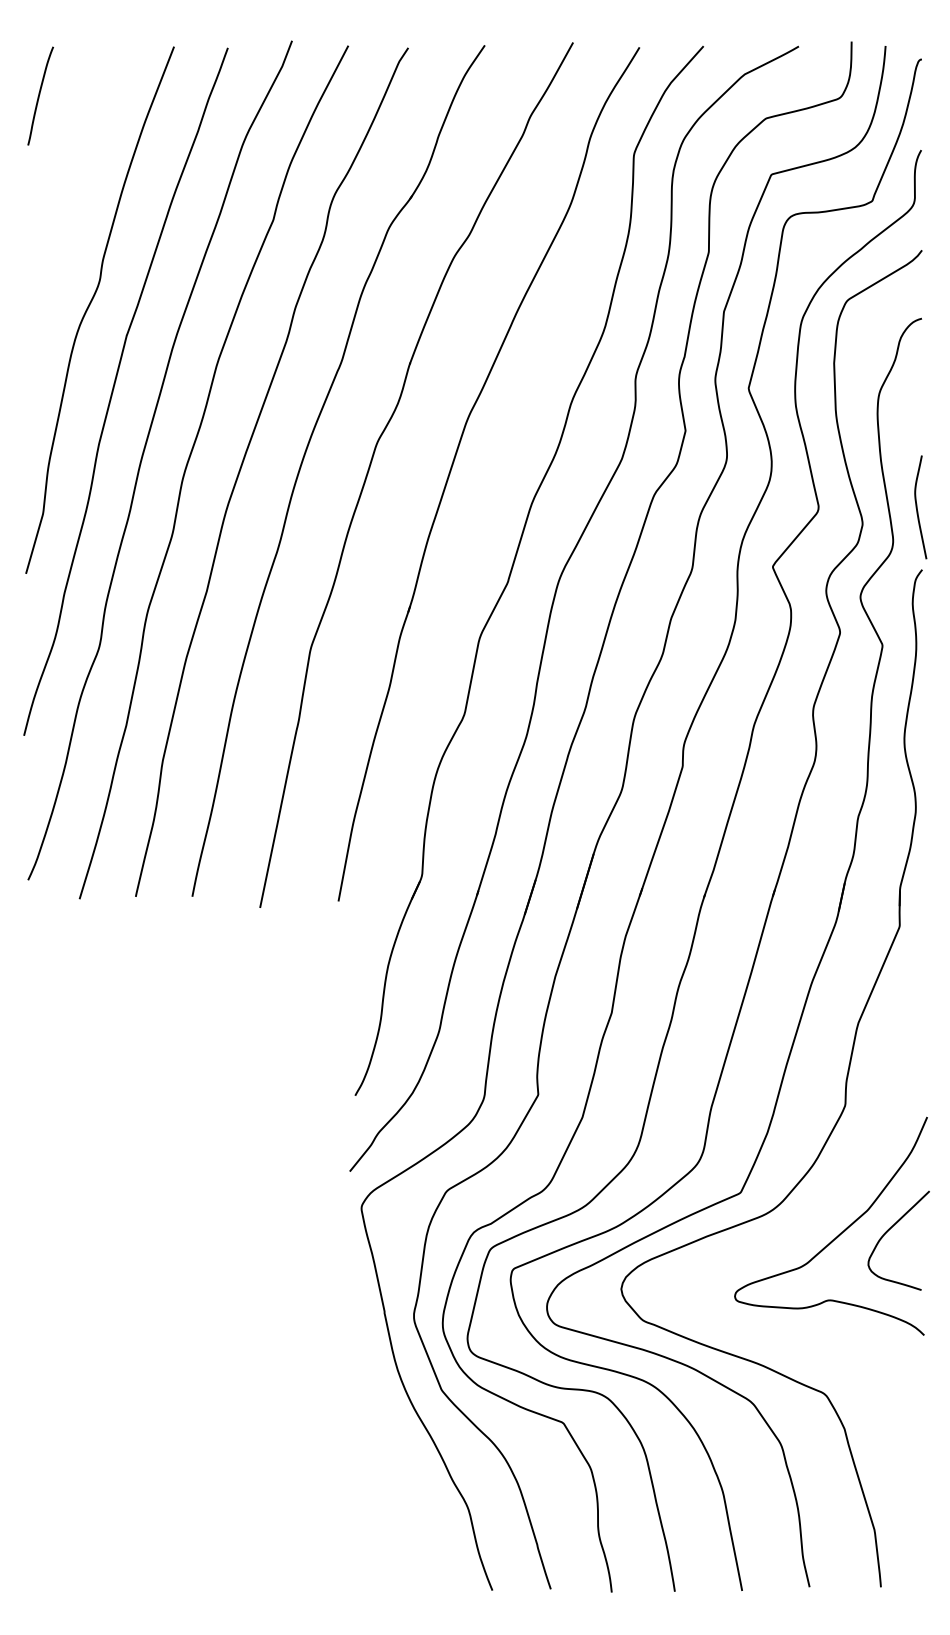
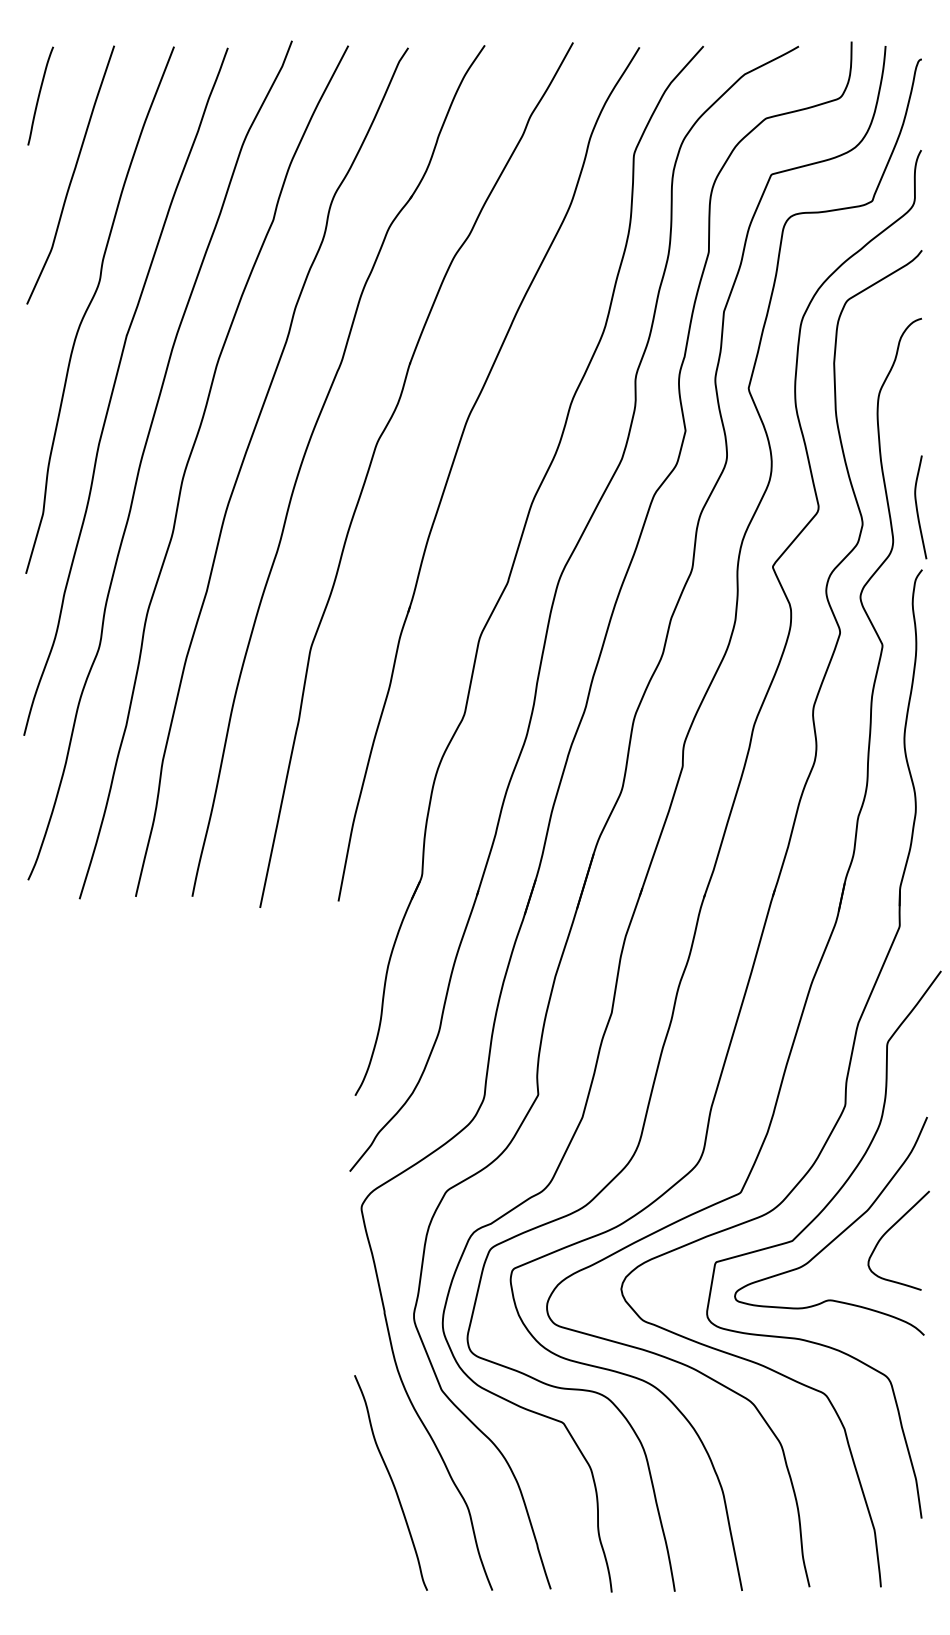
curve at (71, 175): none -> present
curve at (807, 1227): none -> present
curve at (391, 1482): none -> present
